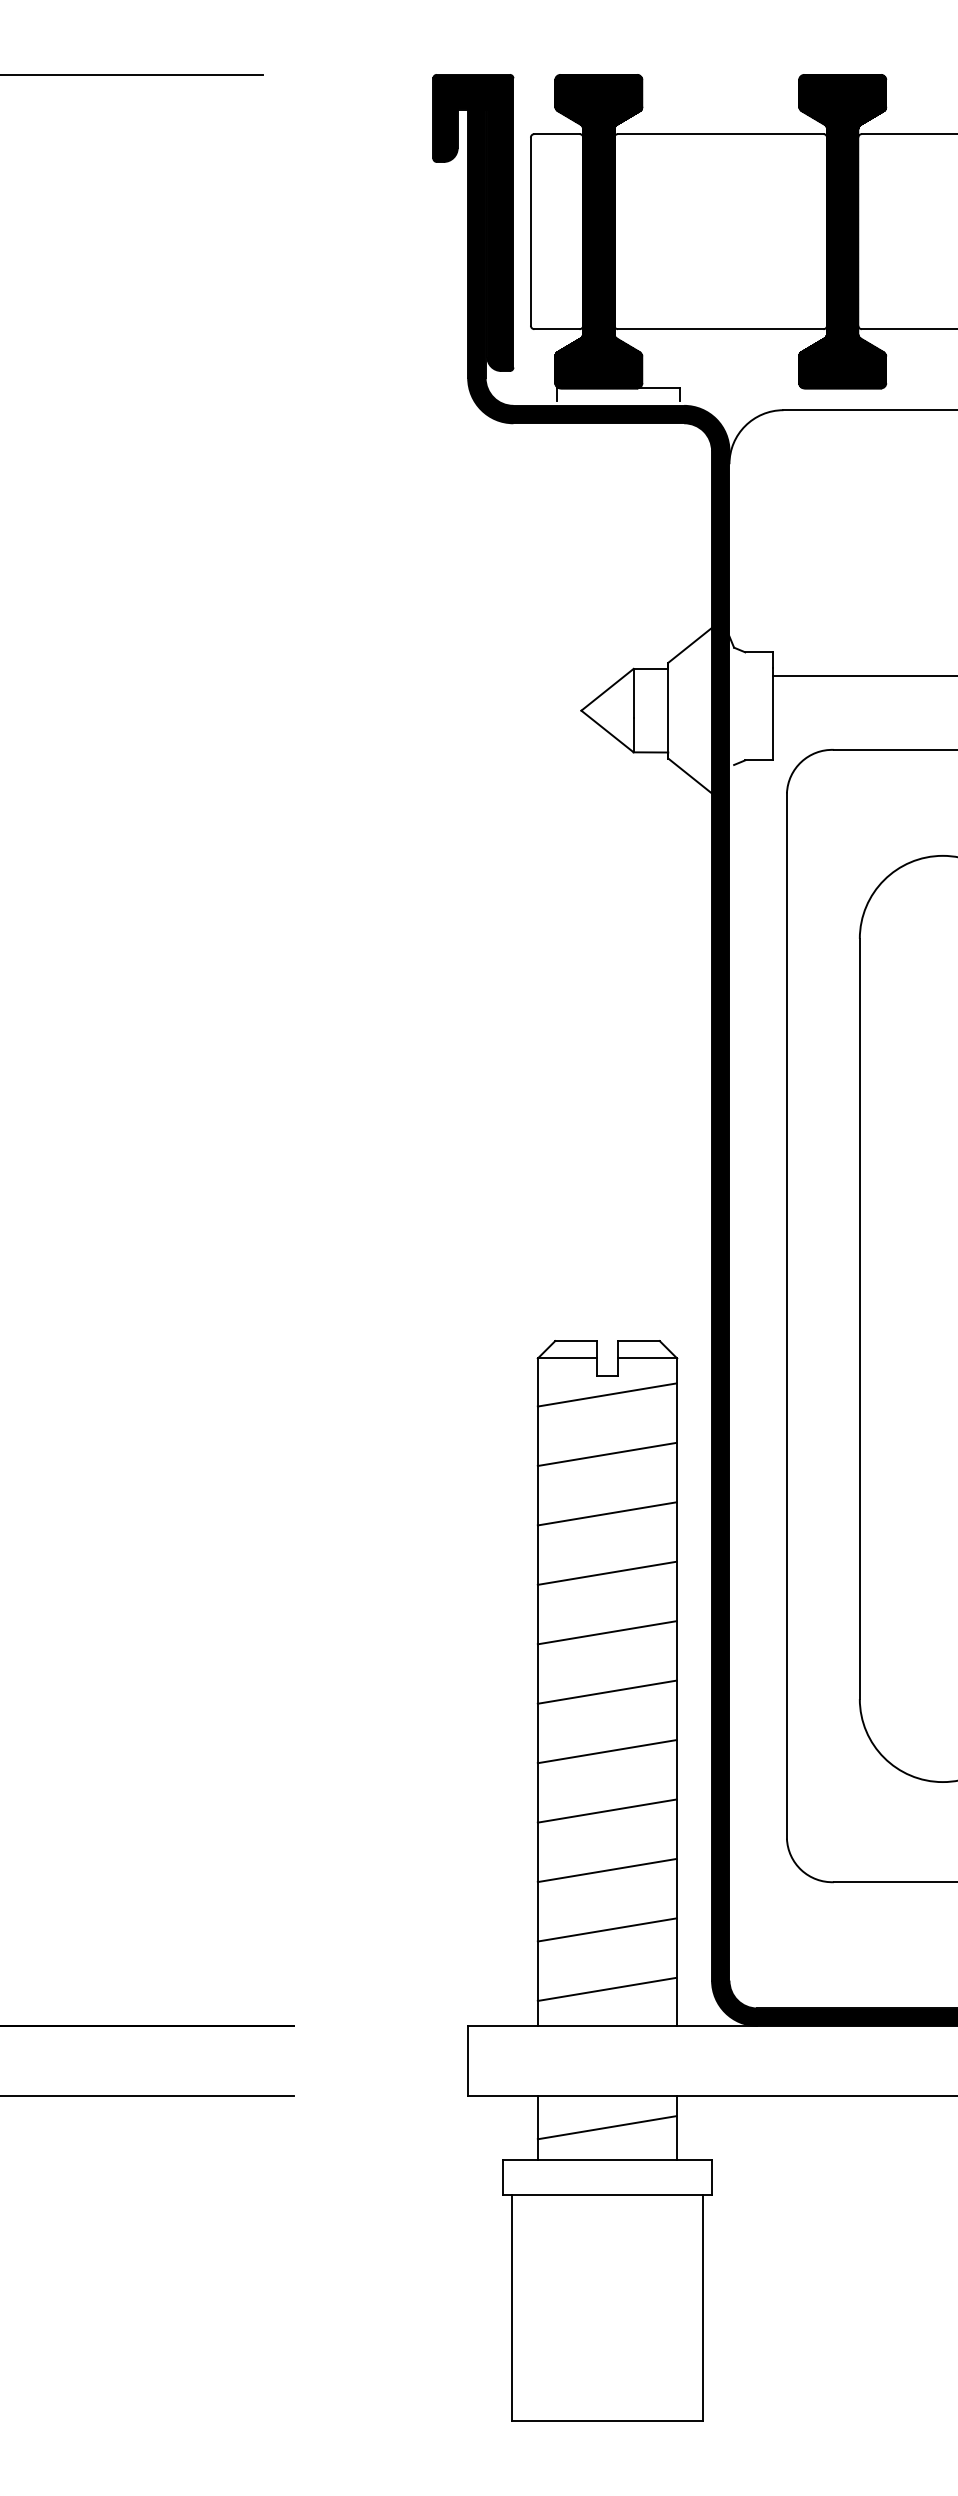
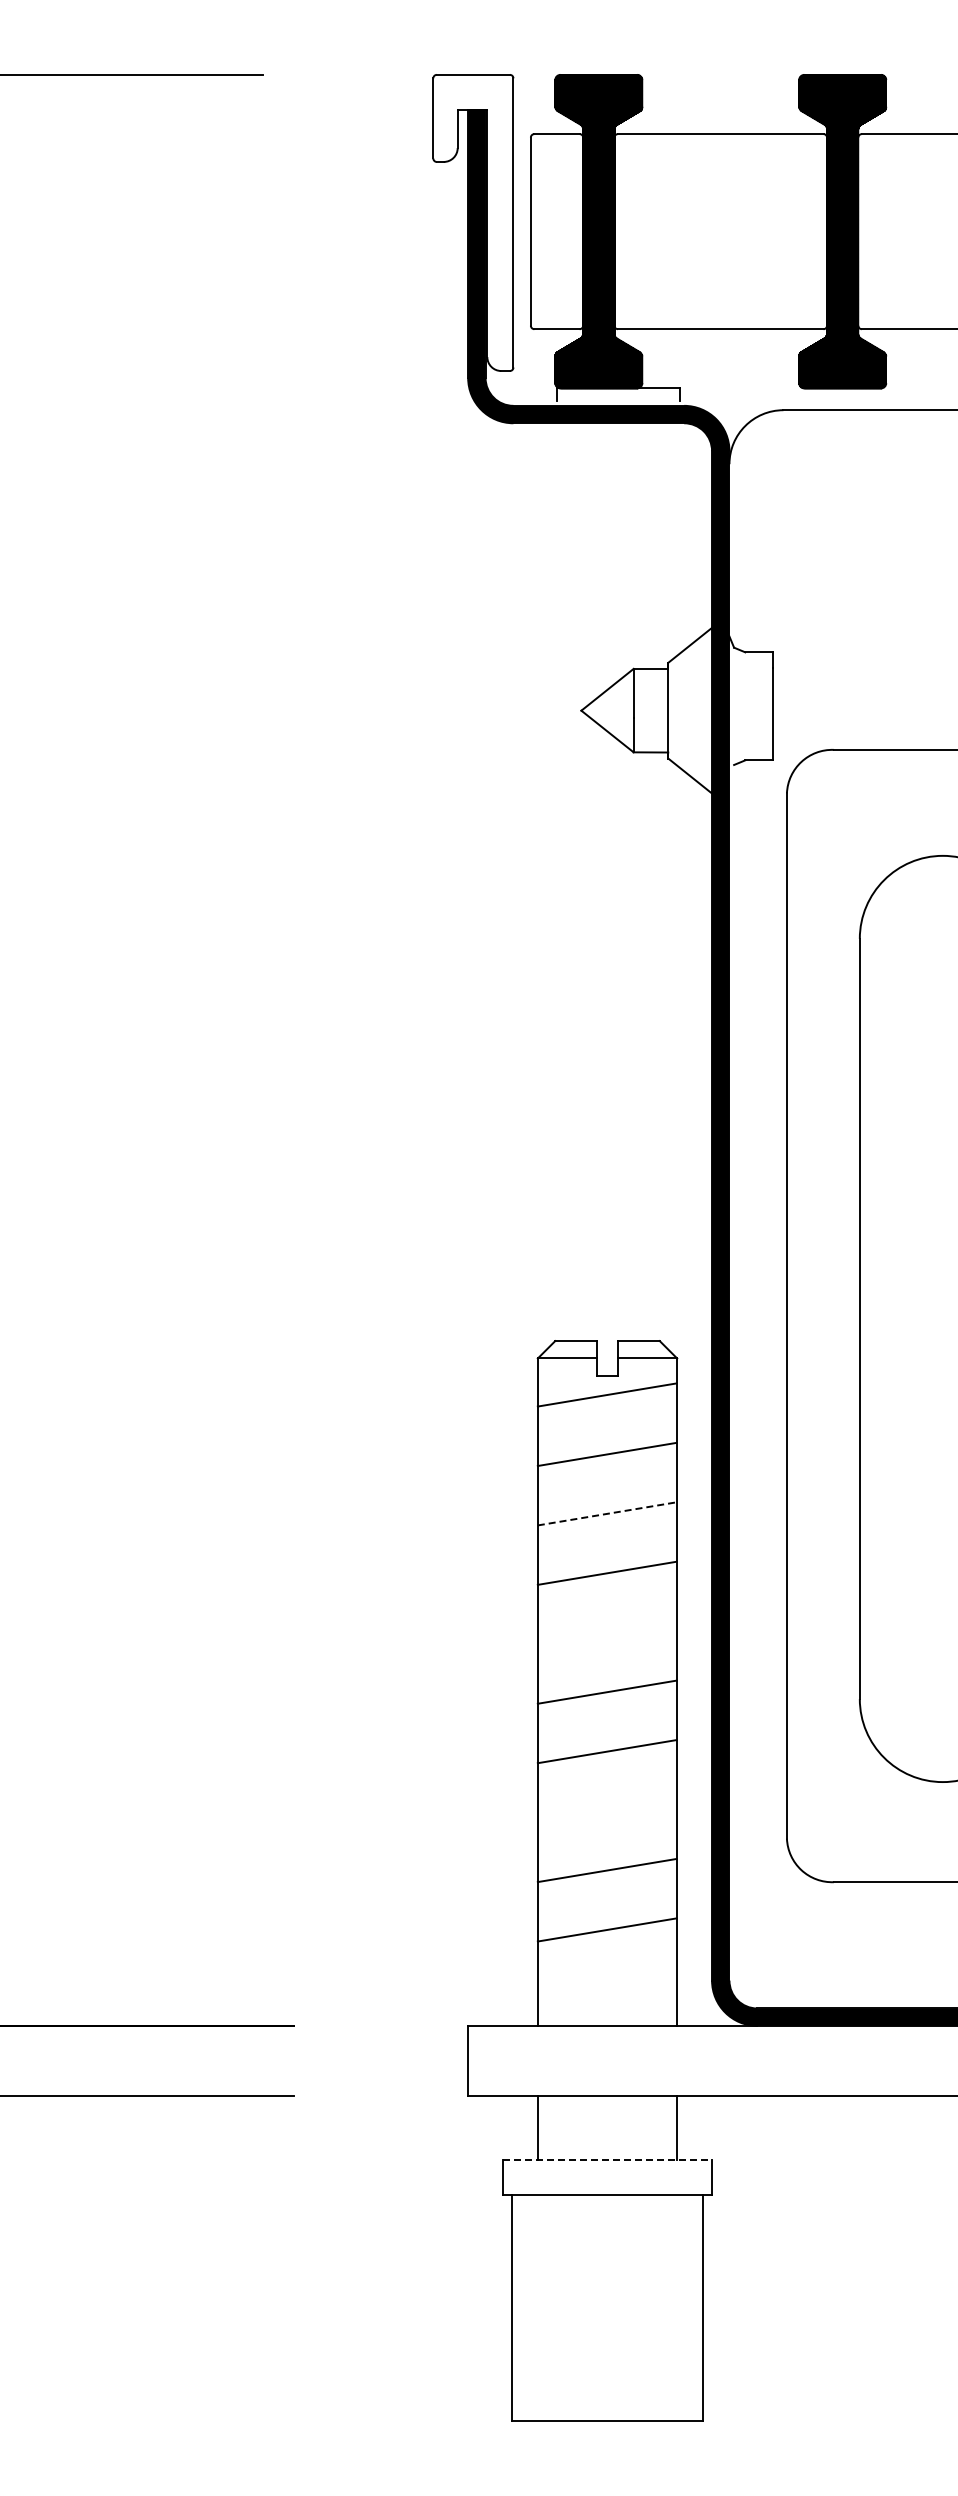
hatch at (473, 222): present -> none
line at (863, 675): present -> none
line at (607, 1513): solid -> dashed
line at (606, 1632): present -> none
line at (606, 1810): present -> none
line at (606, 1988): present -> none
line at (606, 2127): present -> none
line at (607, 2159): solid -> dashed
